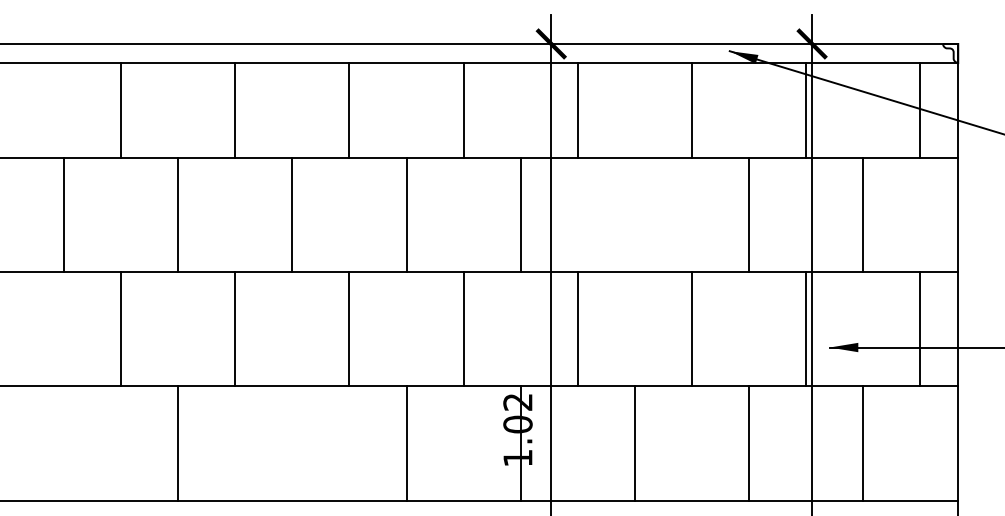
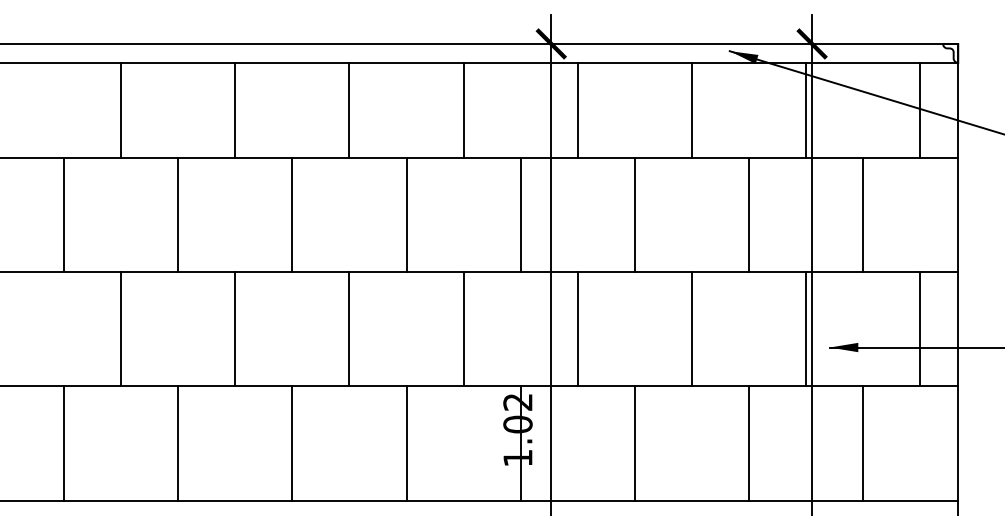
line at (634, 215): none -> present
line at (64, 443): none -> present
line at (292, 443): none -> present
